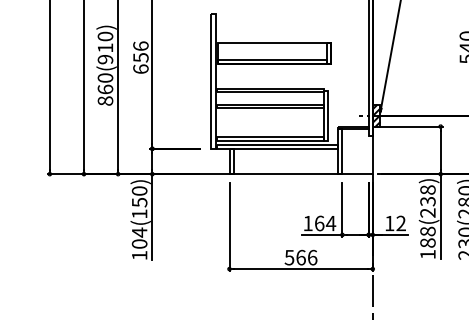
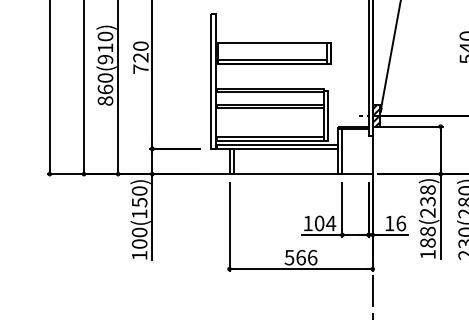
text at (140, 57): 656 -> 720
text at (319, 223): 164 -> 104
text at (401, 223): 12 -> 16
text at (139, 232): 104(150) -> 100(150)
